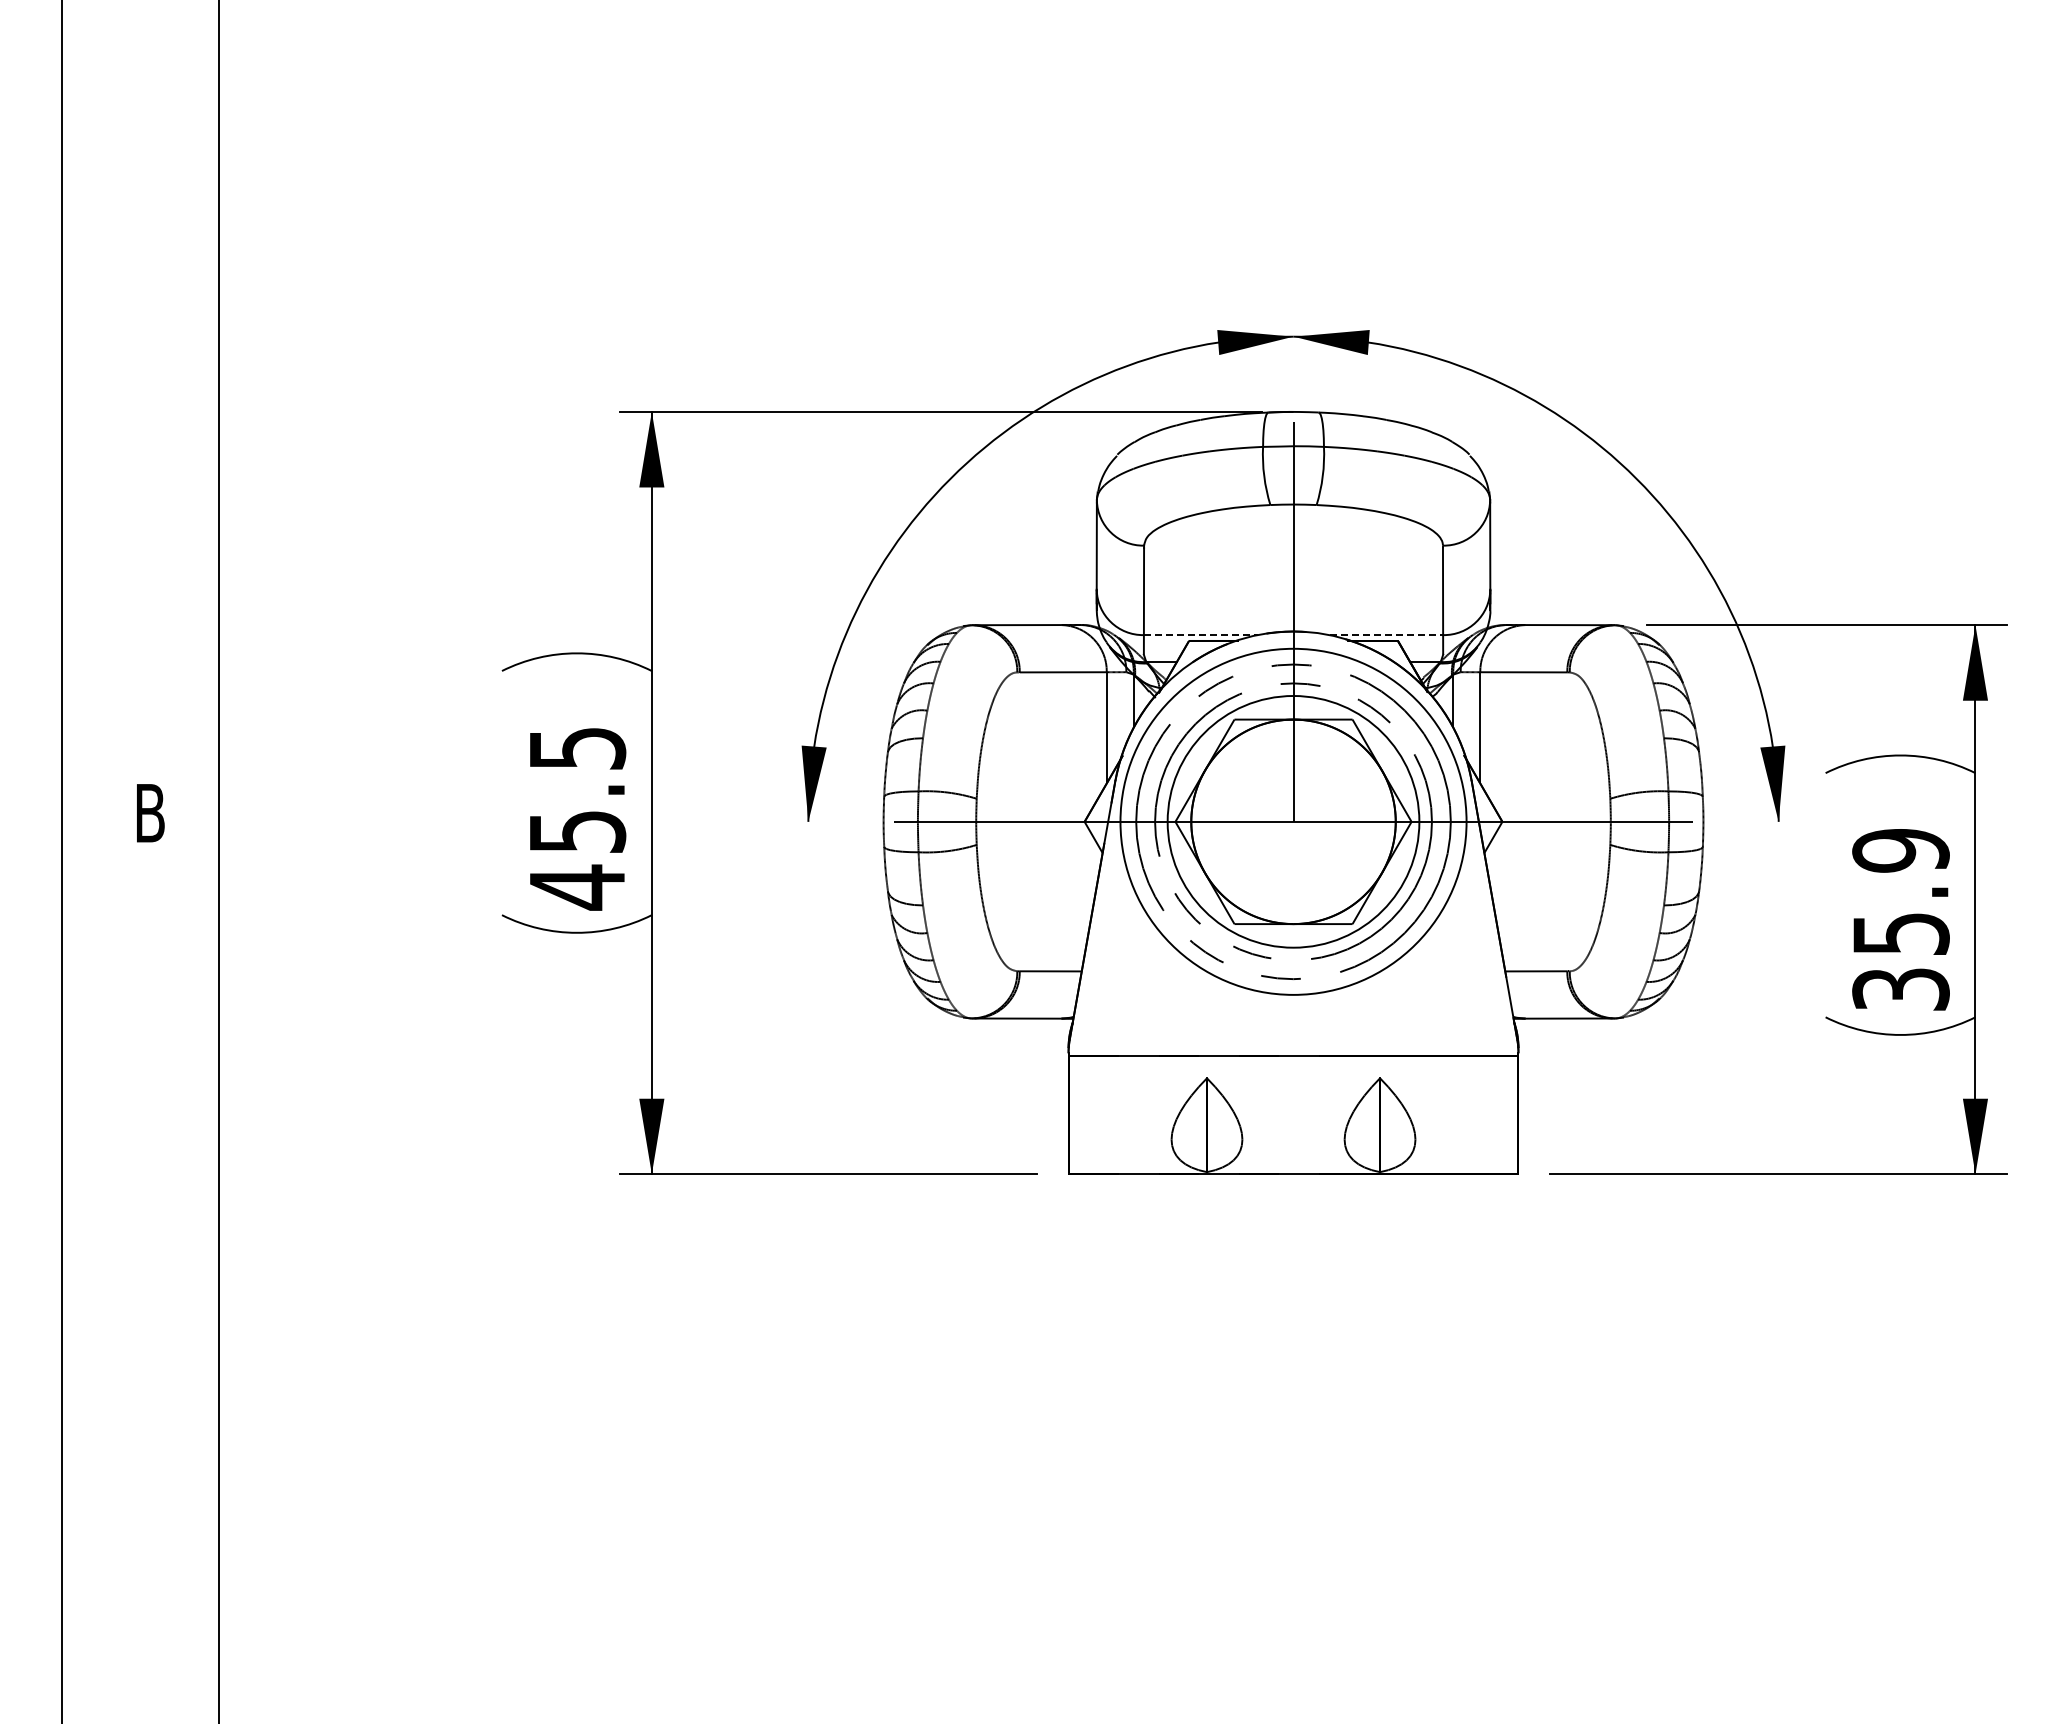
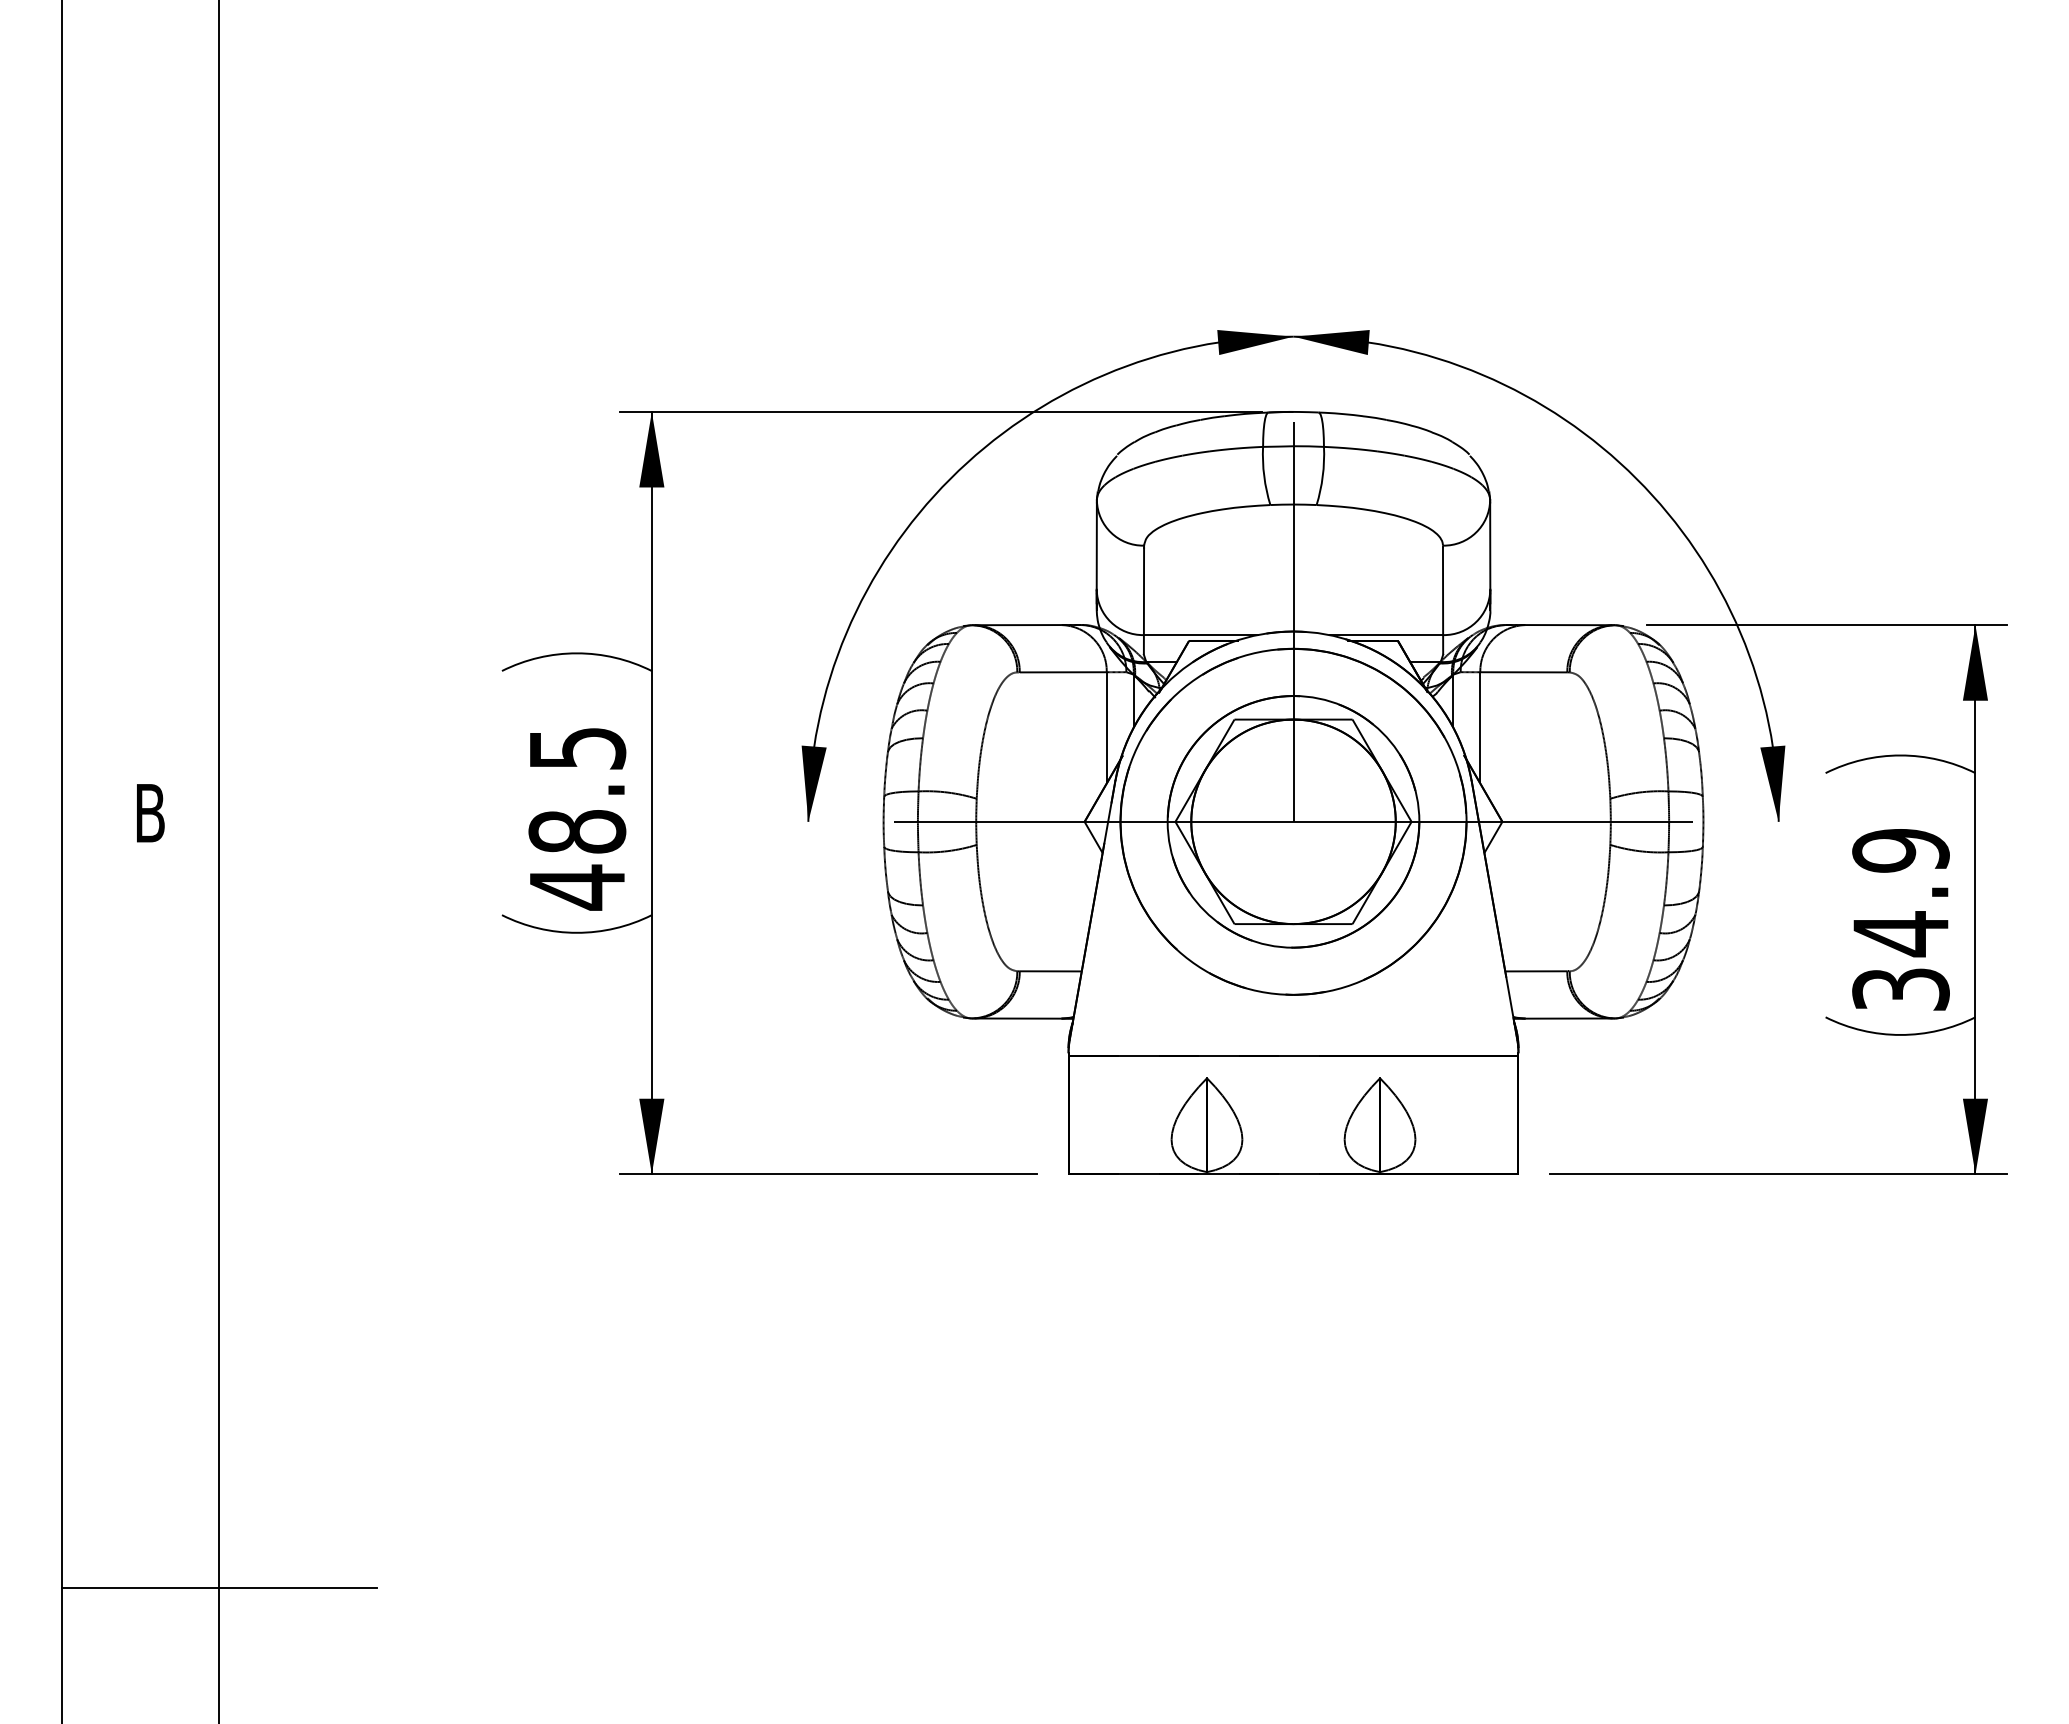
line at (1200, 635): dashed -> solid
line at (1386, 635): dashed -> solid
circle at (1293, 821) diameter: 277 px -> 346 px
circle at (1293, 821) diameter: 315 px -> 252 px
text at (577, 831): 45.5 -> 48.5
text at (1901, 934): 35.9 -> 34.9
line at (219, 1588): none -> present
